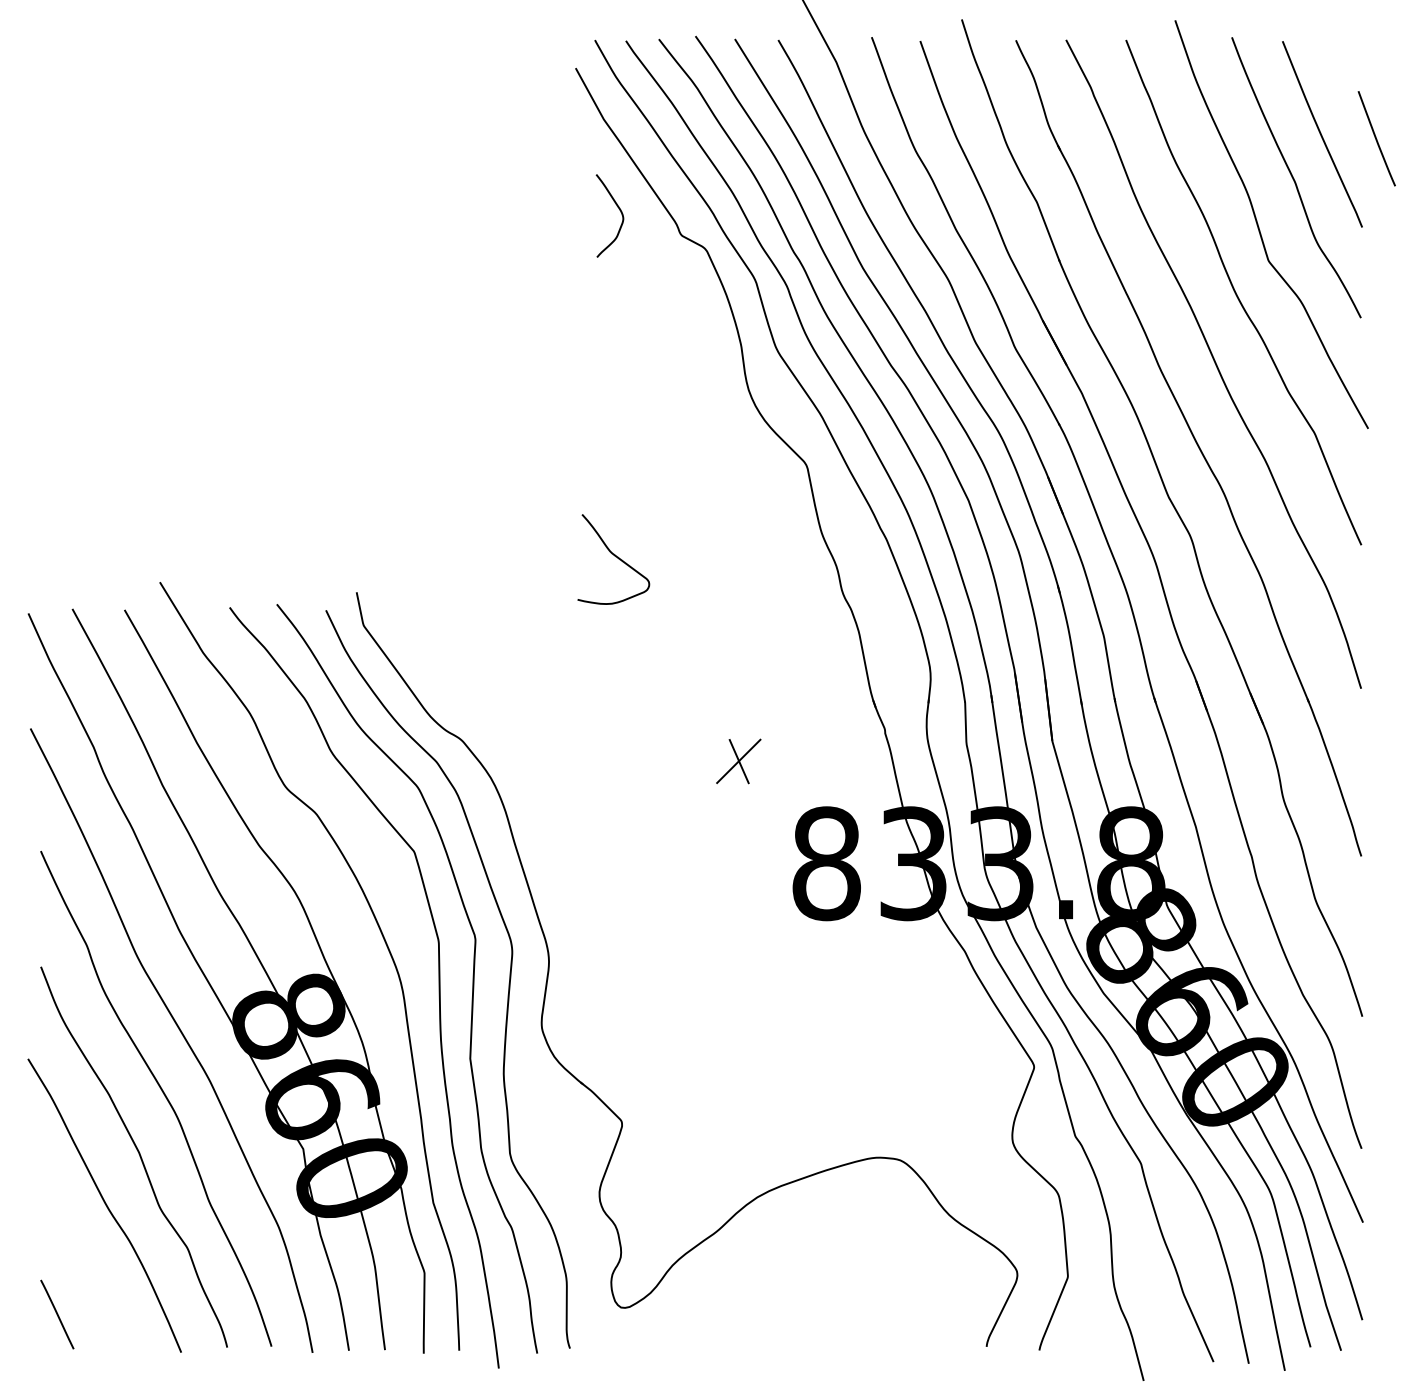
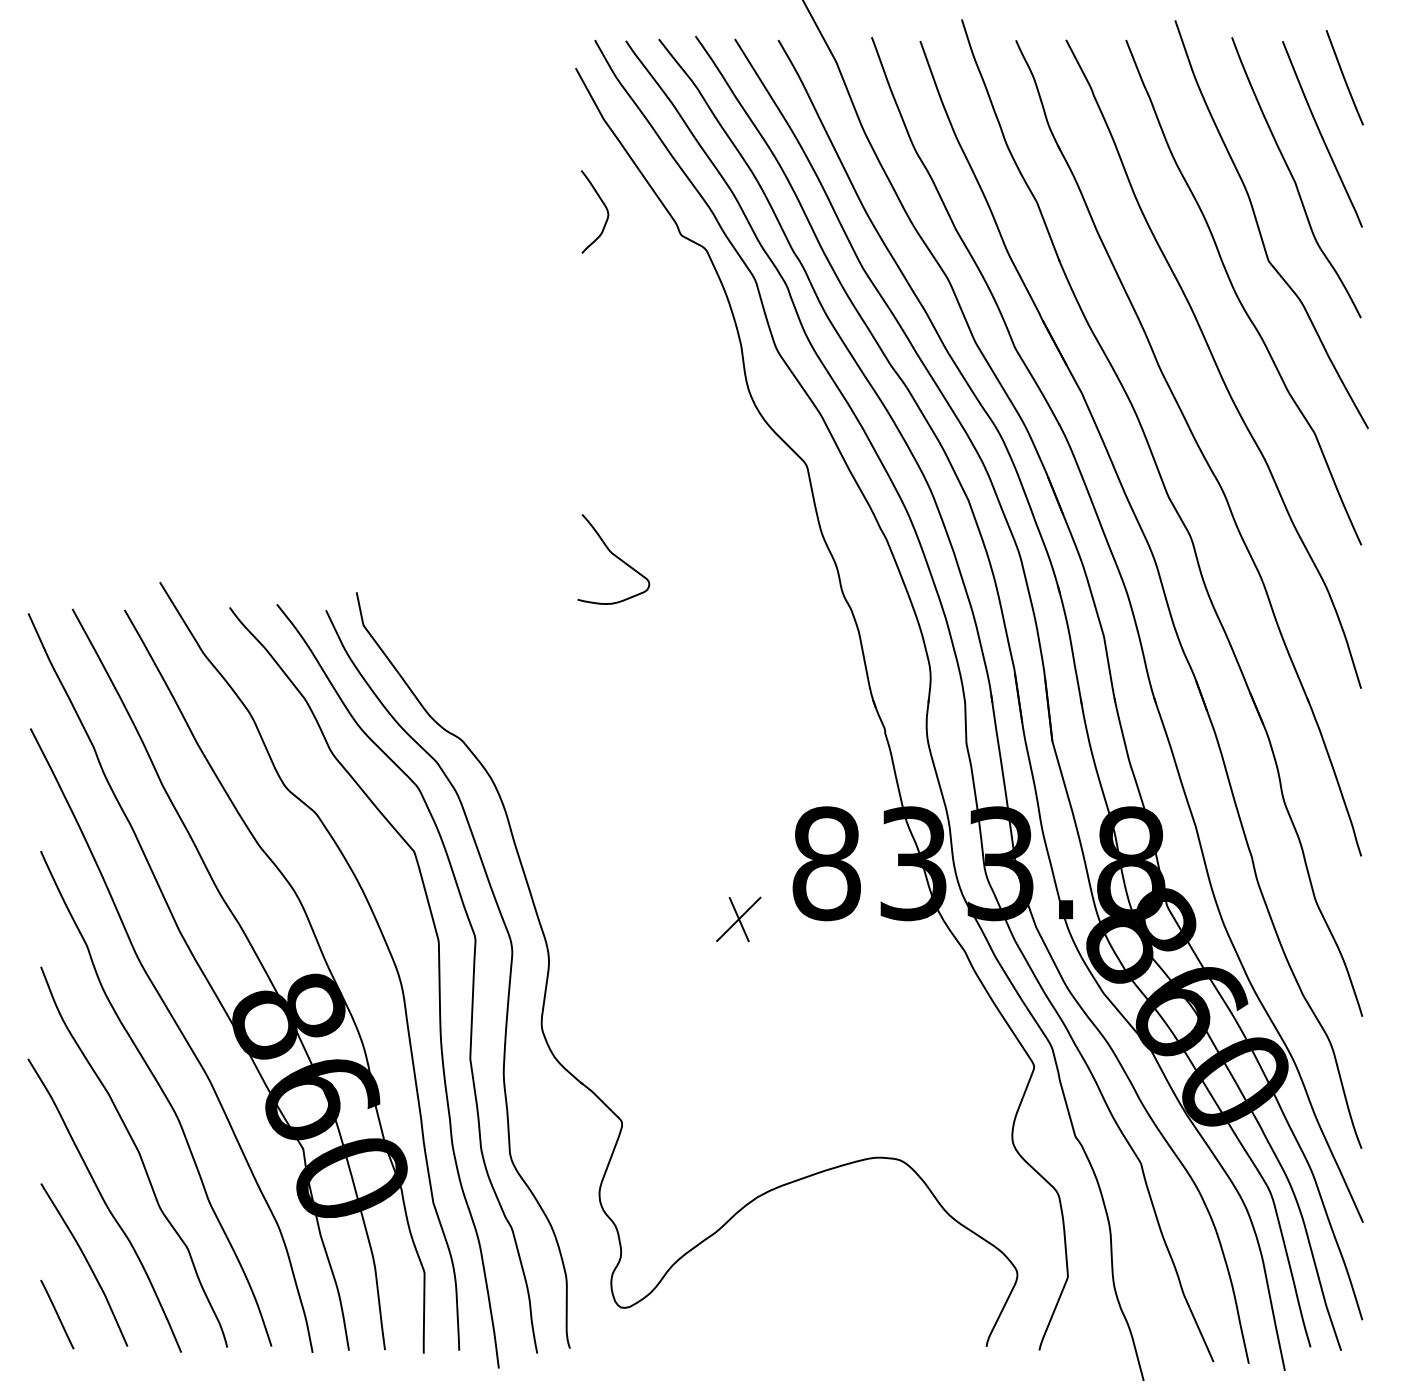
curve at (1376, 138) position: (1376, 138) -> (1344, 77)
curve at (619, 210) position: (619, 210) -> (604, 206)
part at (738, 761) position: (738, 761) -> (738, 919)
curve at (86, 1262): none -> present
